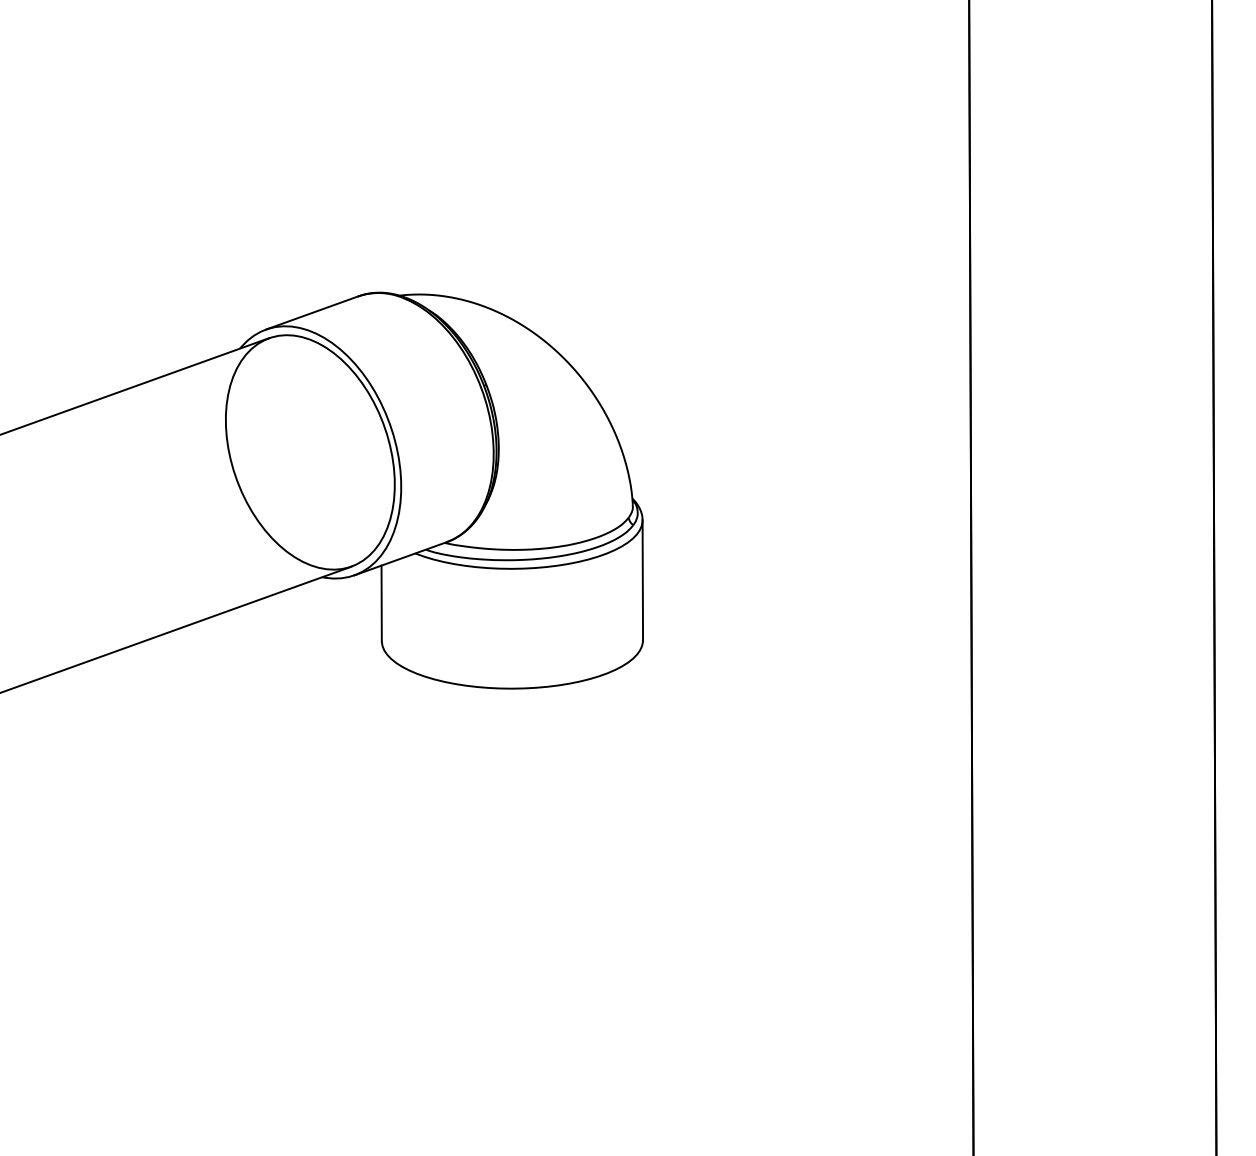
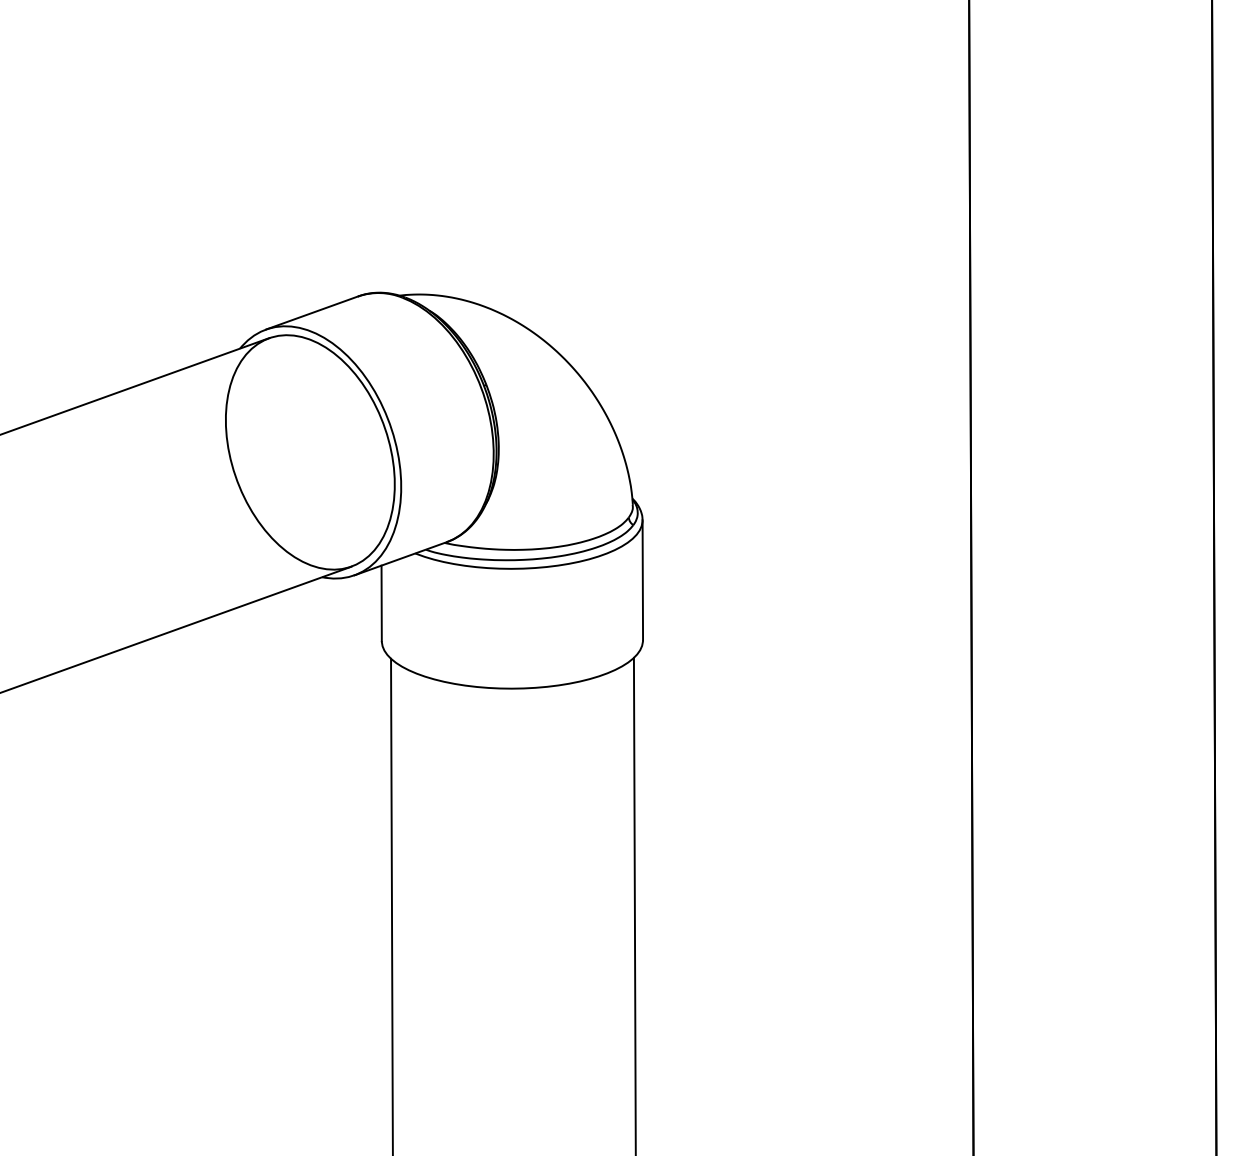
line at (634, 904): none -> present
line at (391, 905): none -> present
